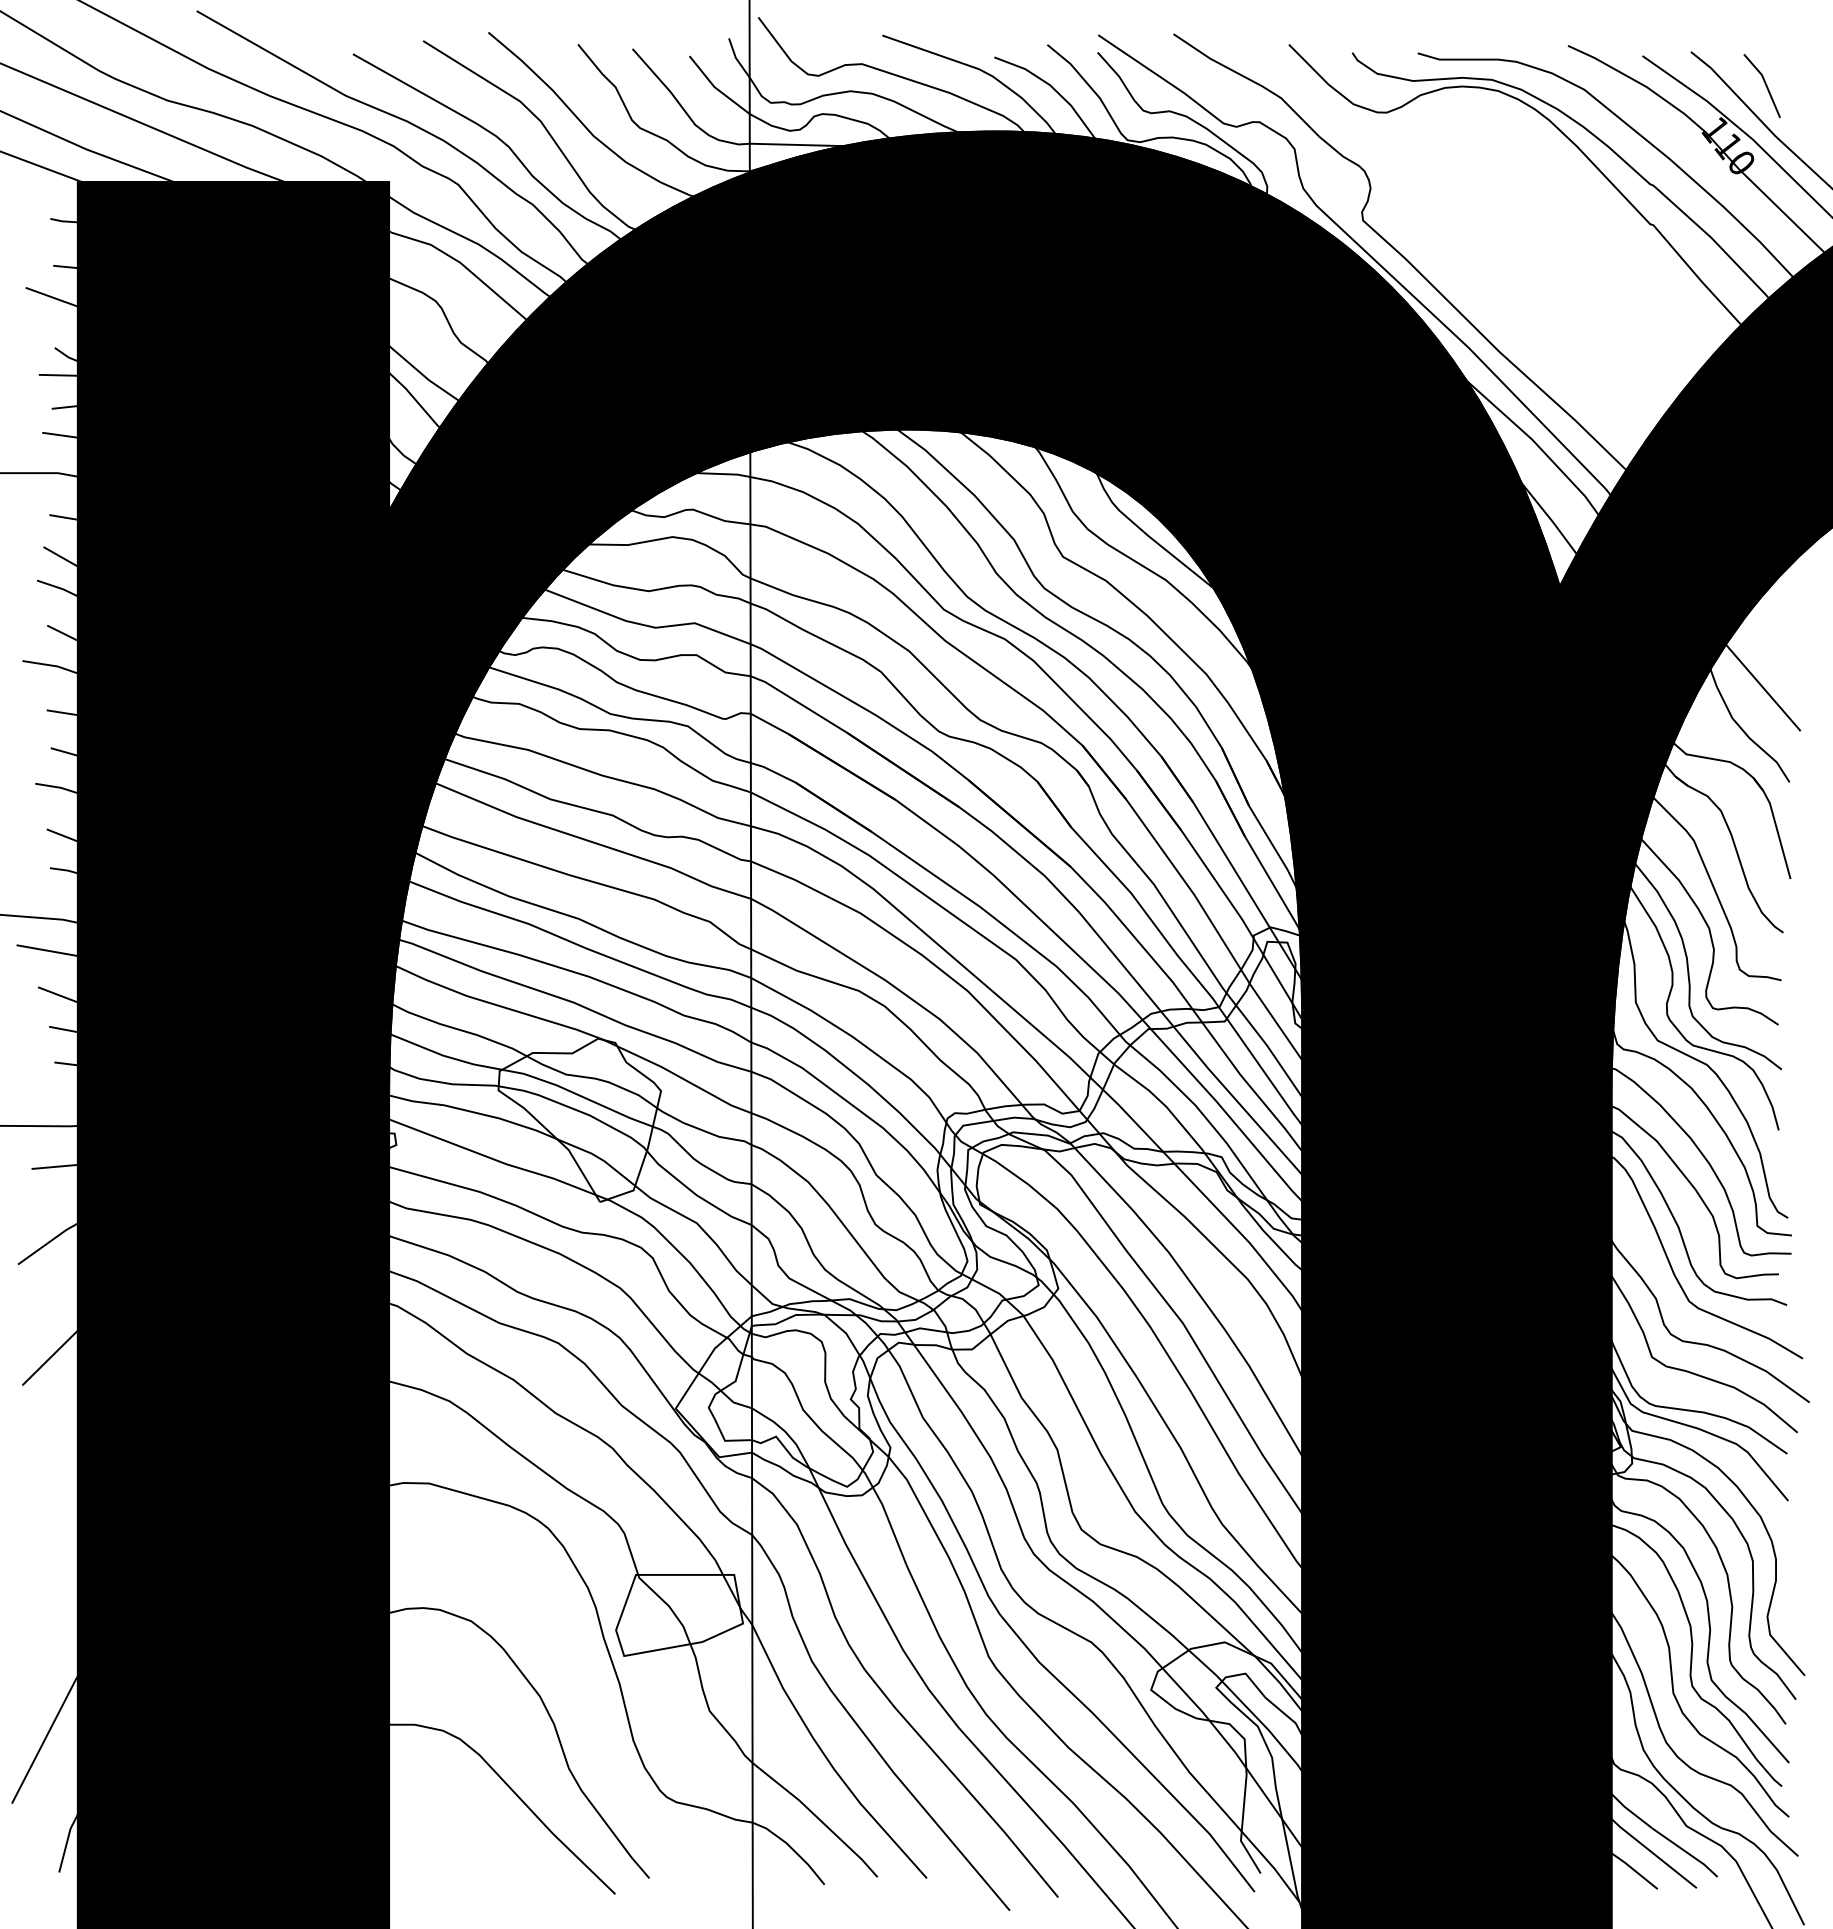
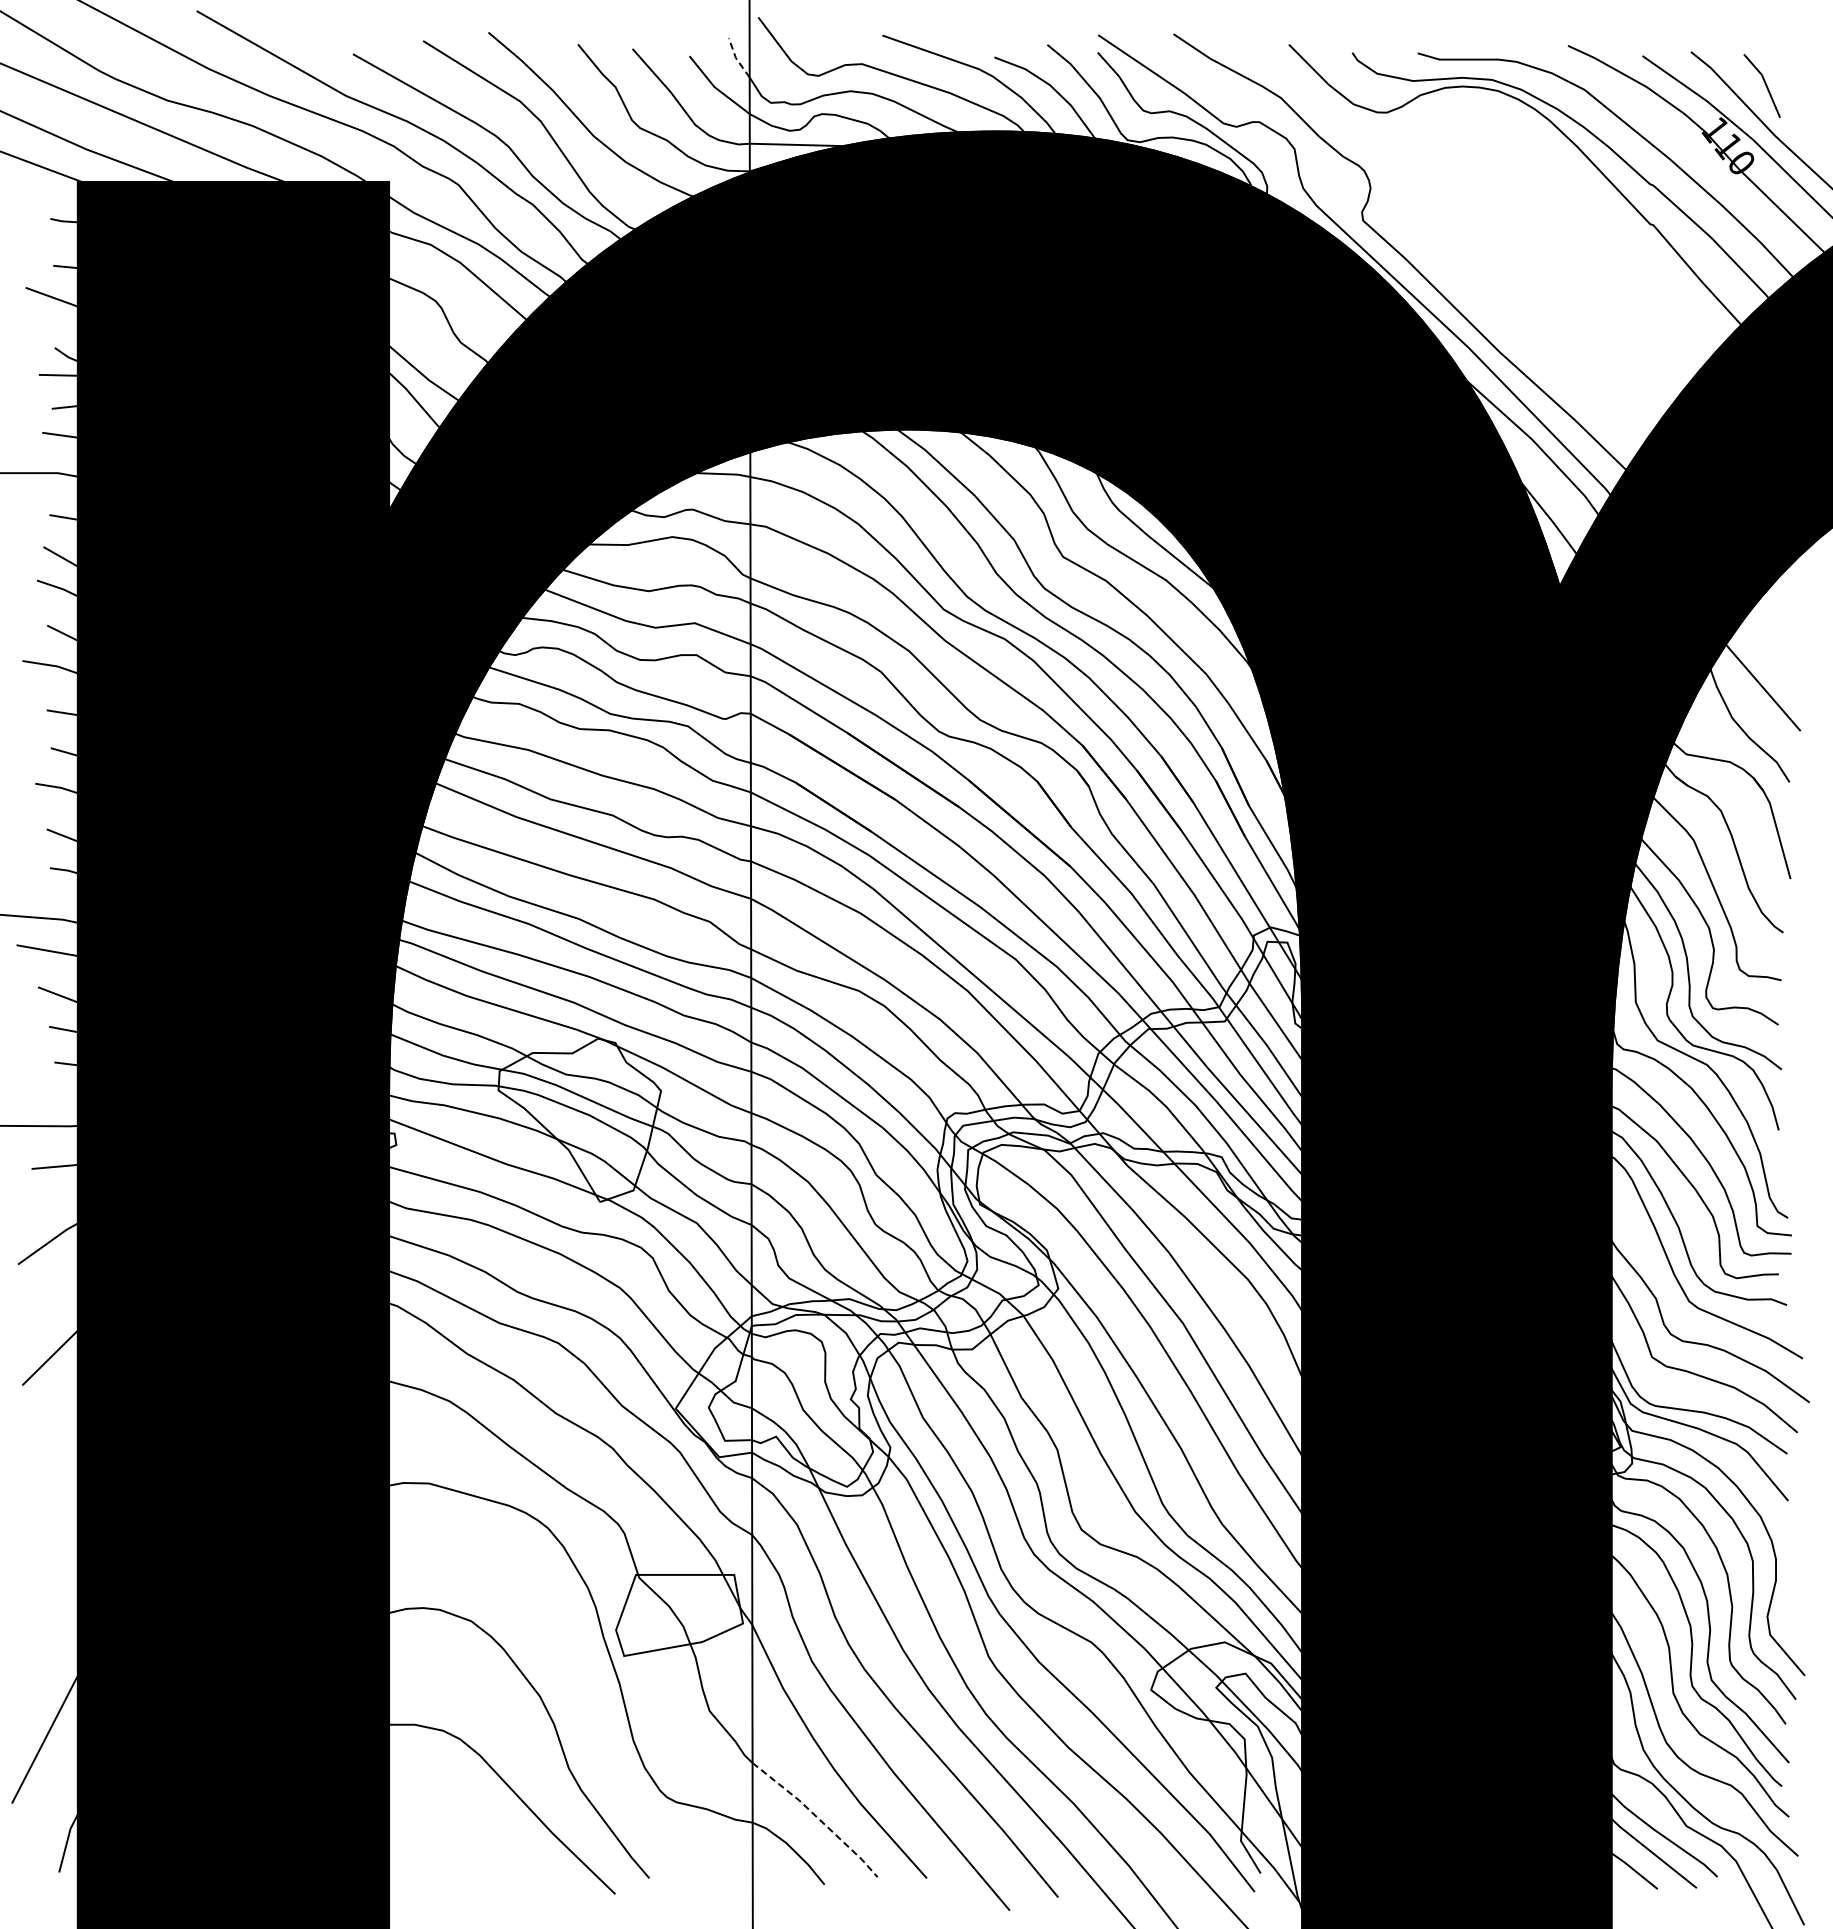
line at (736, 58): solid -> dashed
line at (817, 1818): solid -> dashed
